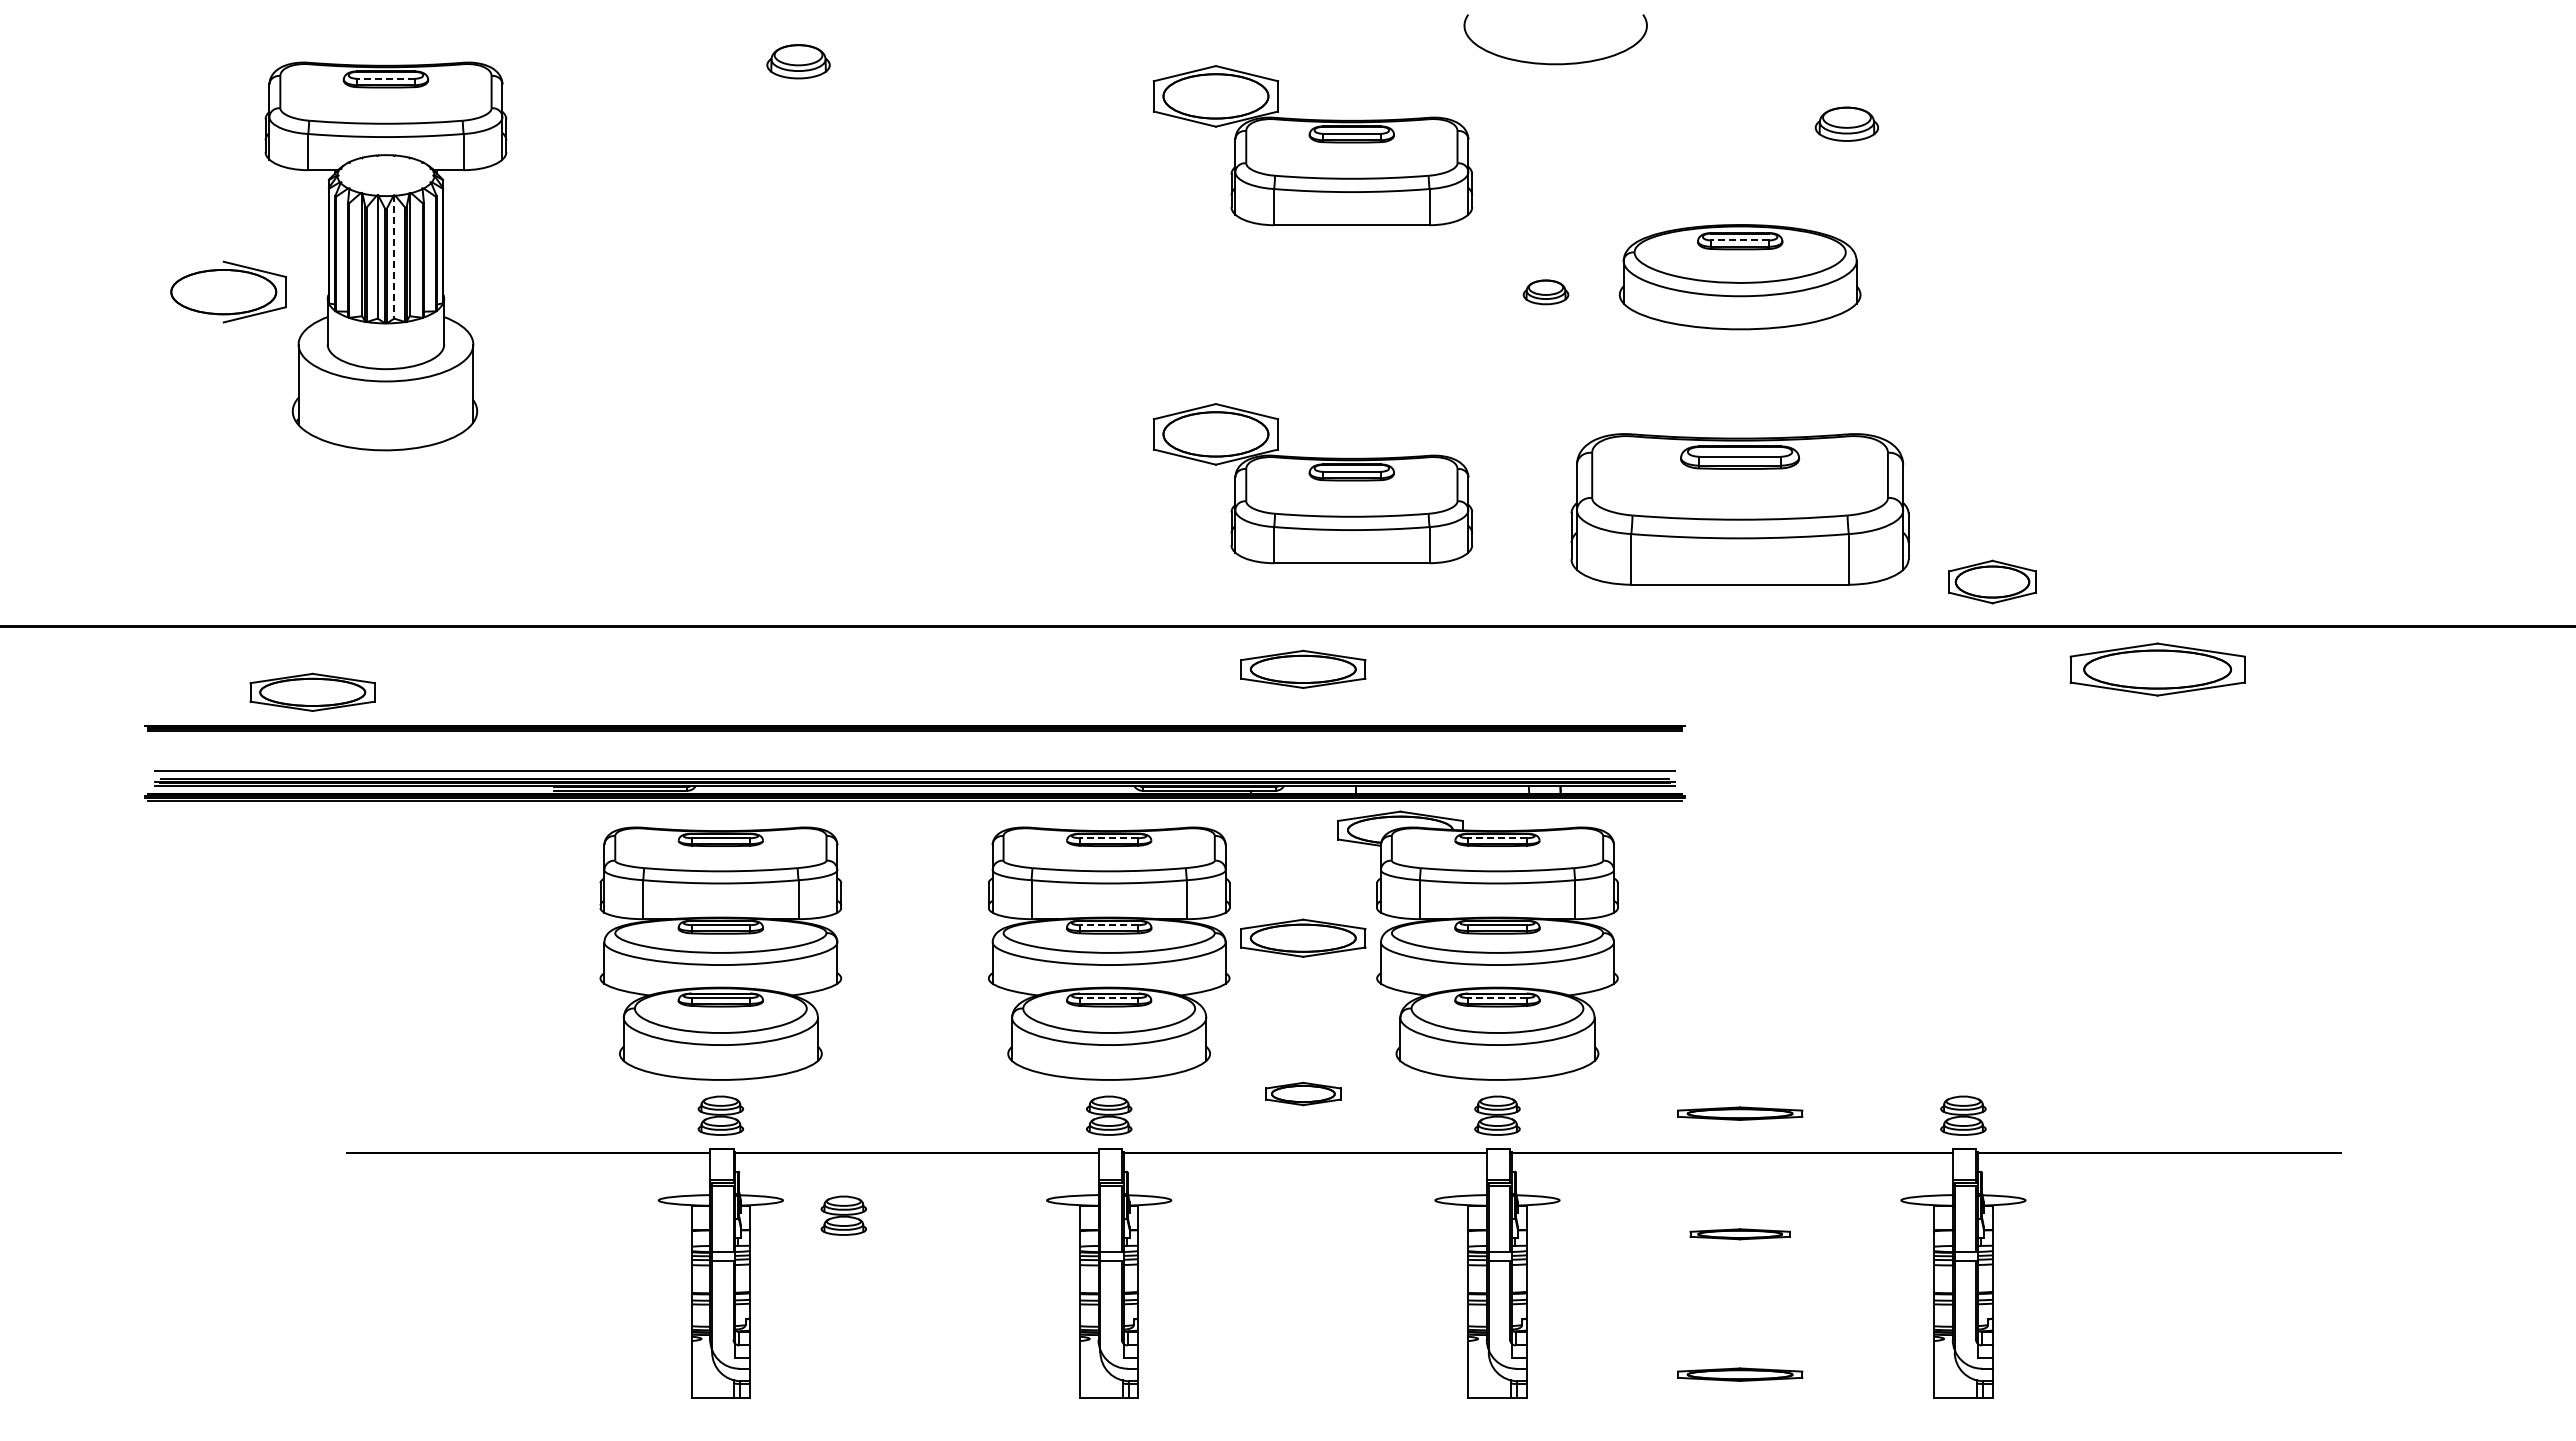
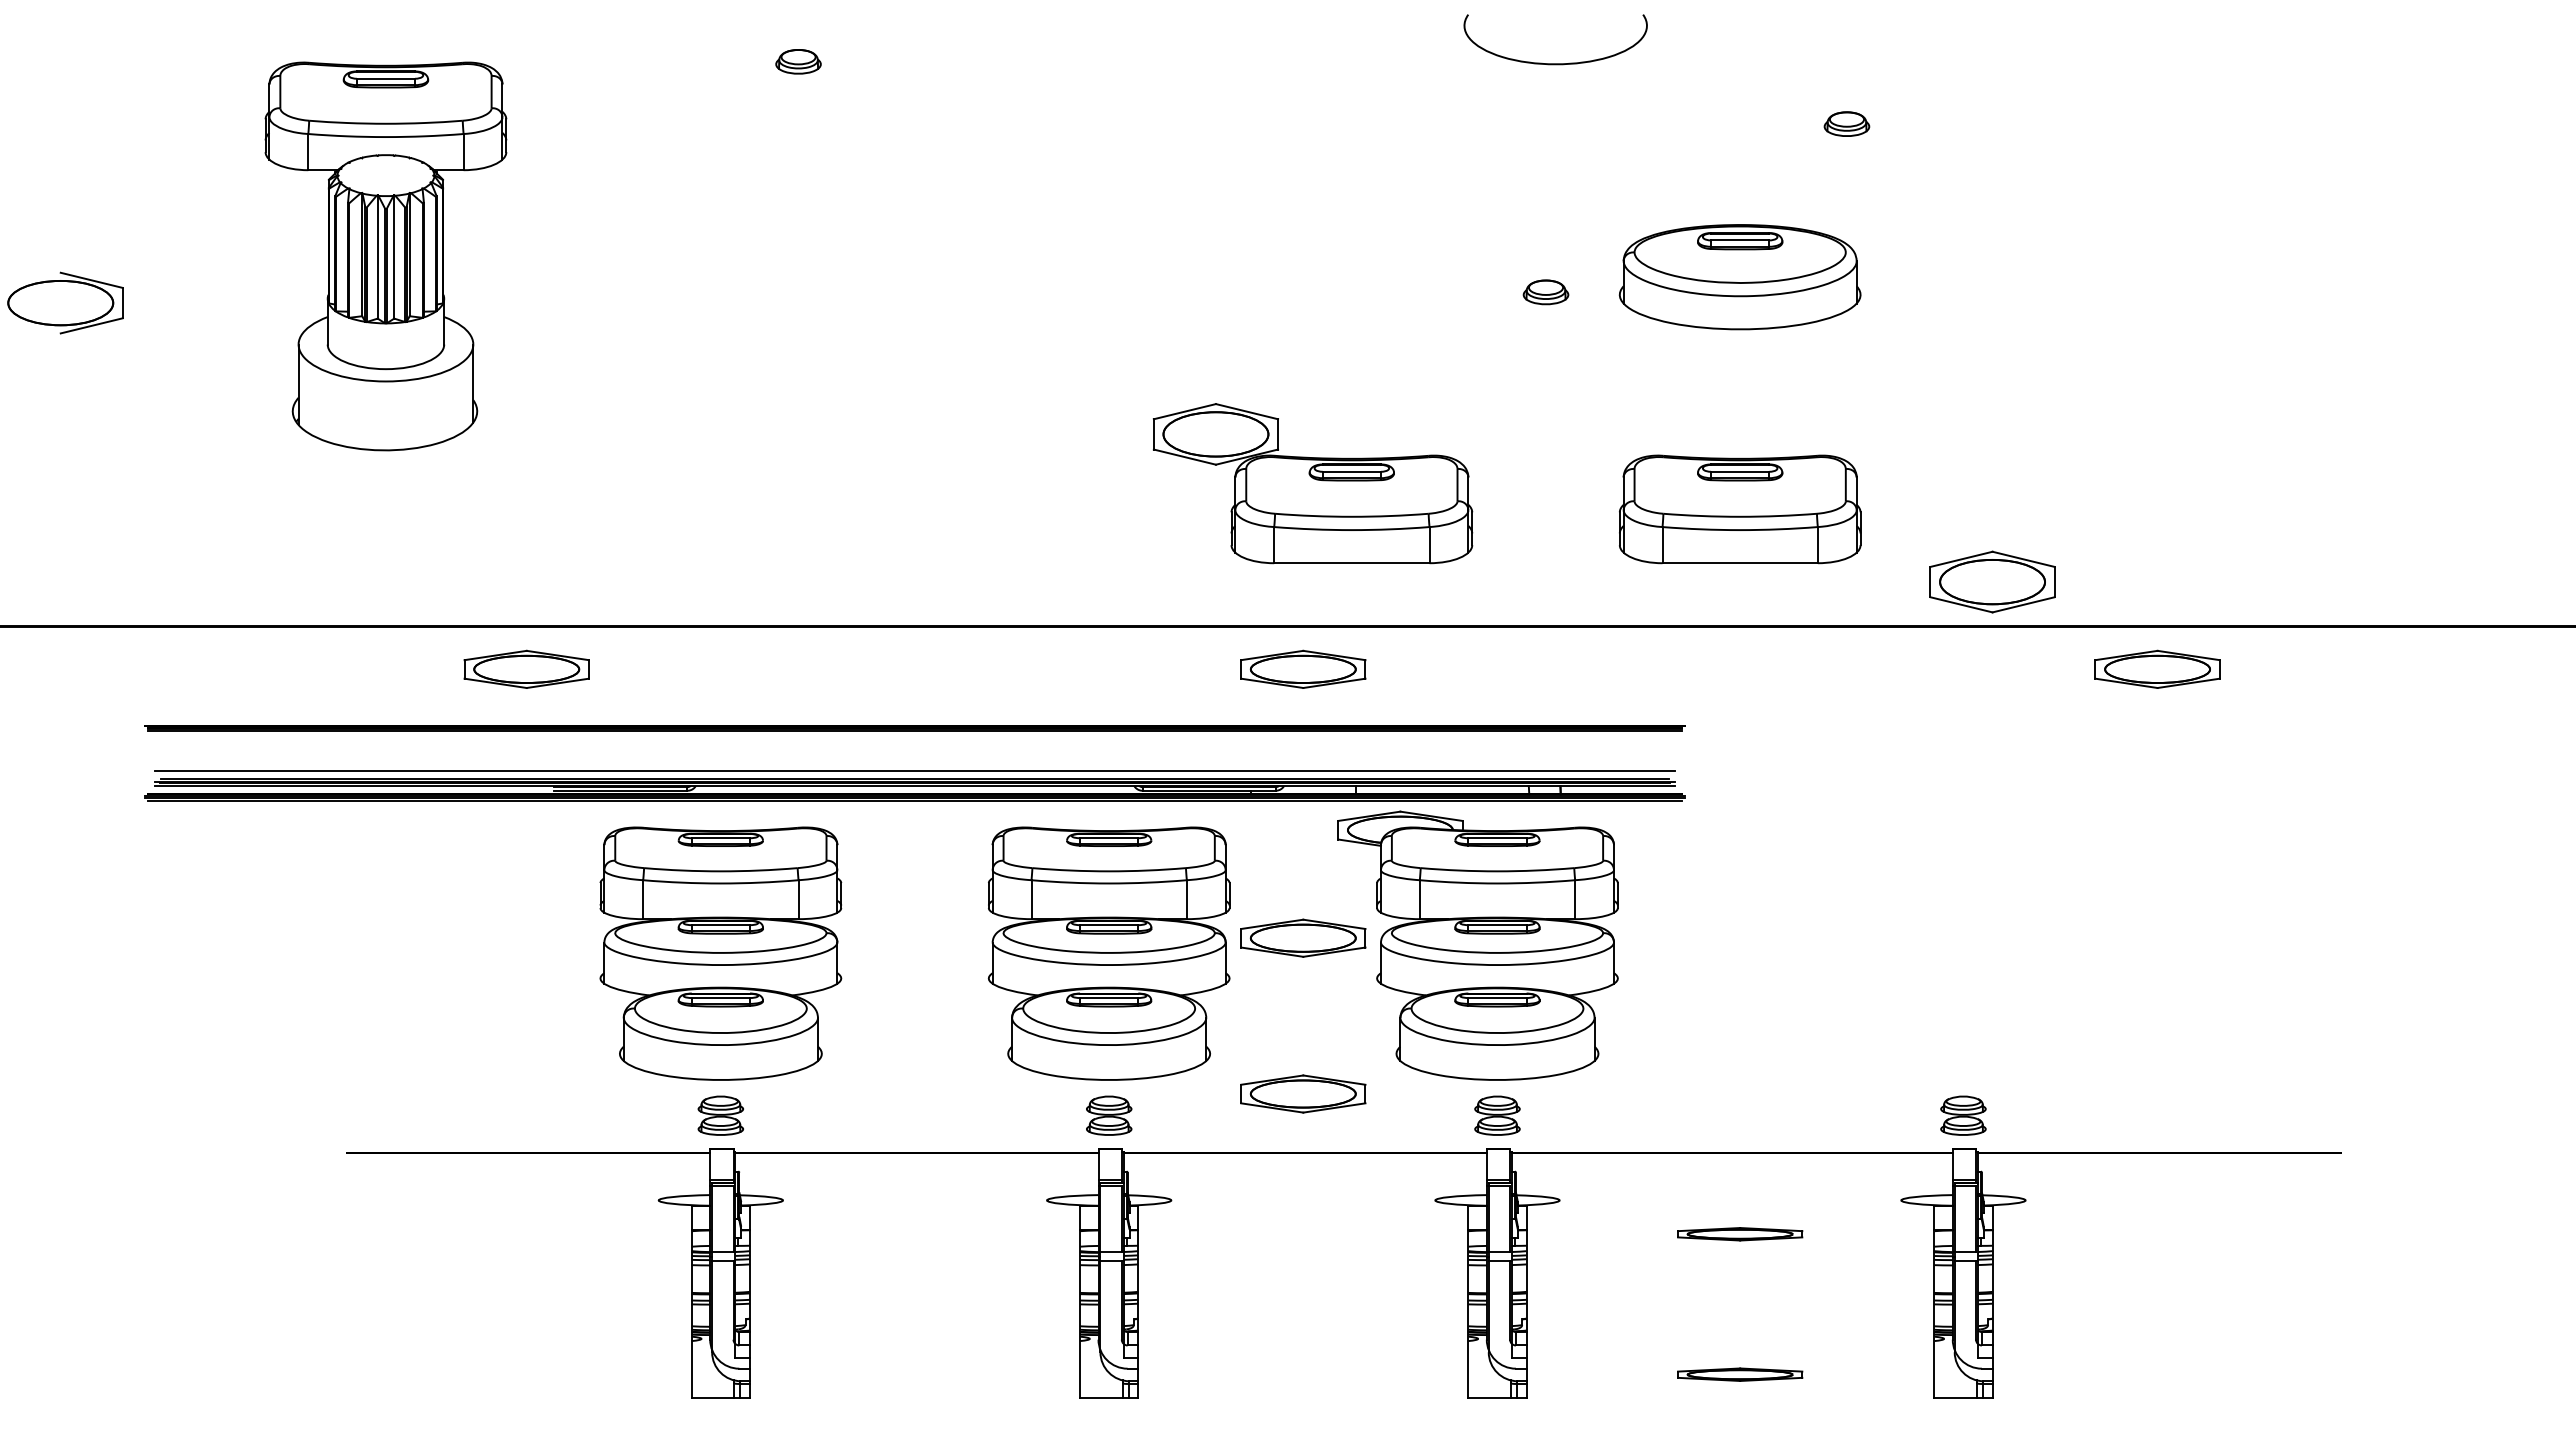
part at (798, 61) size: 65x36 px -> 47x26 px
line at (385, 78): dashed -> solid
part at (1846, 123) size: 65x36 px -> 48x26 px
part at (1312, 145): present -> none
line at (1739, 240): dashed -> solid
line at (394, 257): dashed -> solid
part at (228, 291) position: (228, 291) -> (65, 302)
part at (1739, 509) size: 340x153 px -> 243x111 px
part at (1992, 581) size: 89x46 px -> 127x64 px
part at (2157, 669) size: 177x55 px -> 127x40 px
part at (312, 691) position: (312, 691) -> (526, 668)
line at (1108, 838): dashed -> solid
line at (1497, 838): dashed -> solid
line at (1108, 925): dashed -> solid
line at (1108, 998): dashed -> solid
line at (1497, 998): dashed -> solid
part at (1303, 1093) size: 77x26 px -> 127x40 px
part at (1740, 1113): present -> none
part at (843, 1215): present -> none
part at (1739, 1234) size: 102x13 px -> 127x15 px
